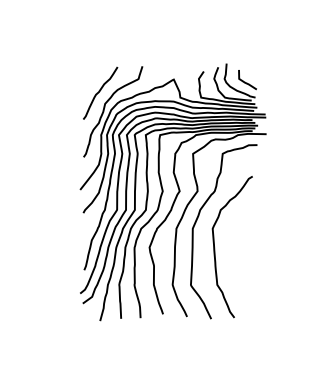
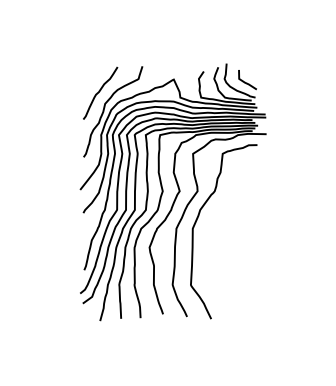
curve at (215, 247): present -> none
